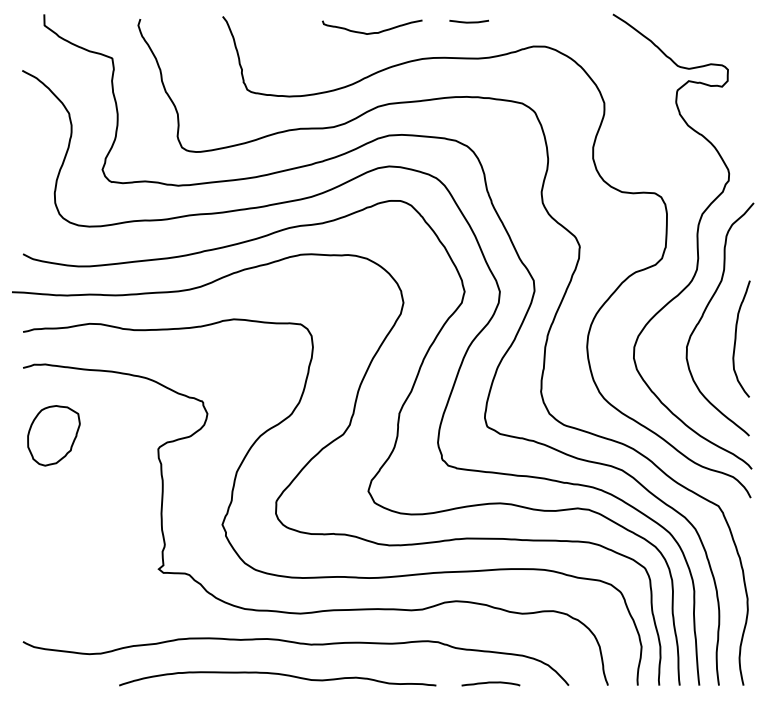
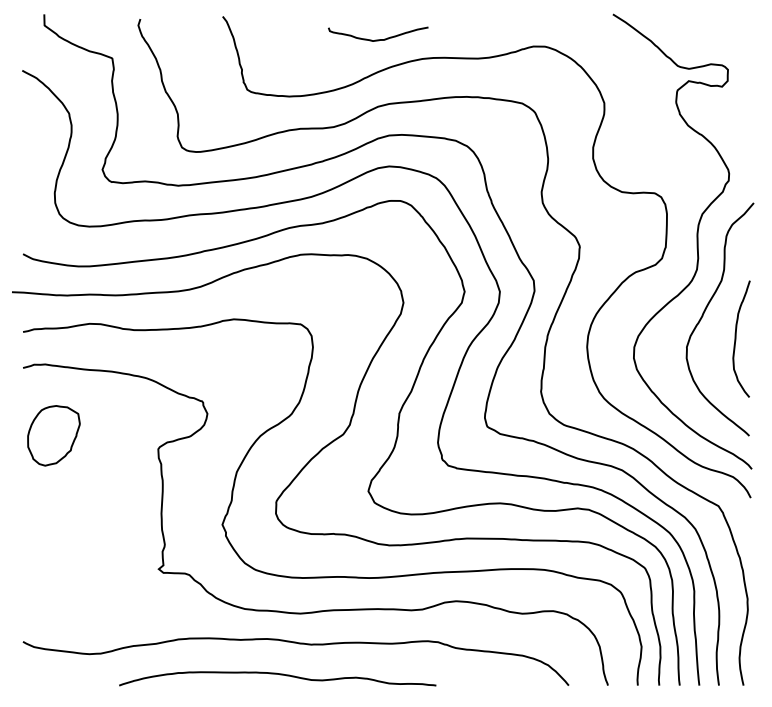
curve at (469, 21): present -> none
curve at (372, 32) position: (372, 32) -> (378, 39)
curve at (490, 683): present -> none
